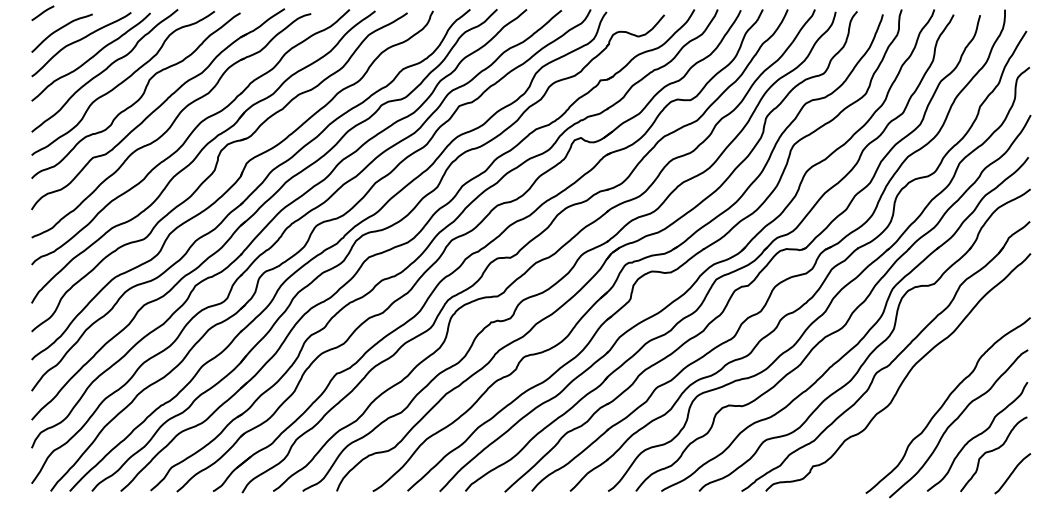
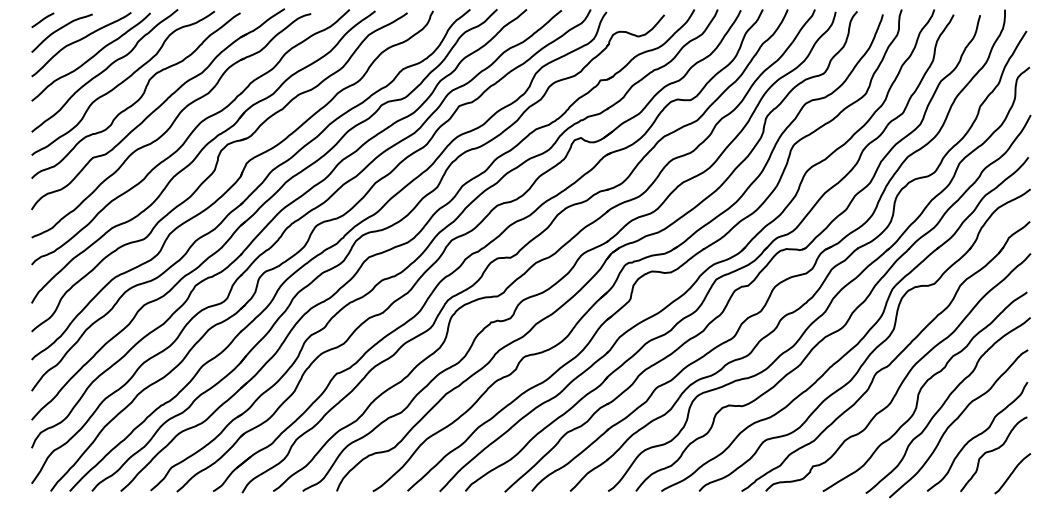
line at (42, 13) position: (42, 13) -> (42, 20)
curve at (921, 390): none -> present
